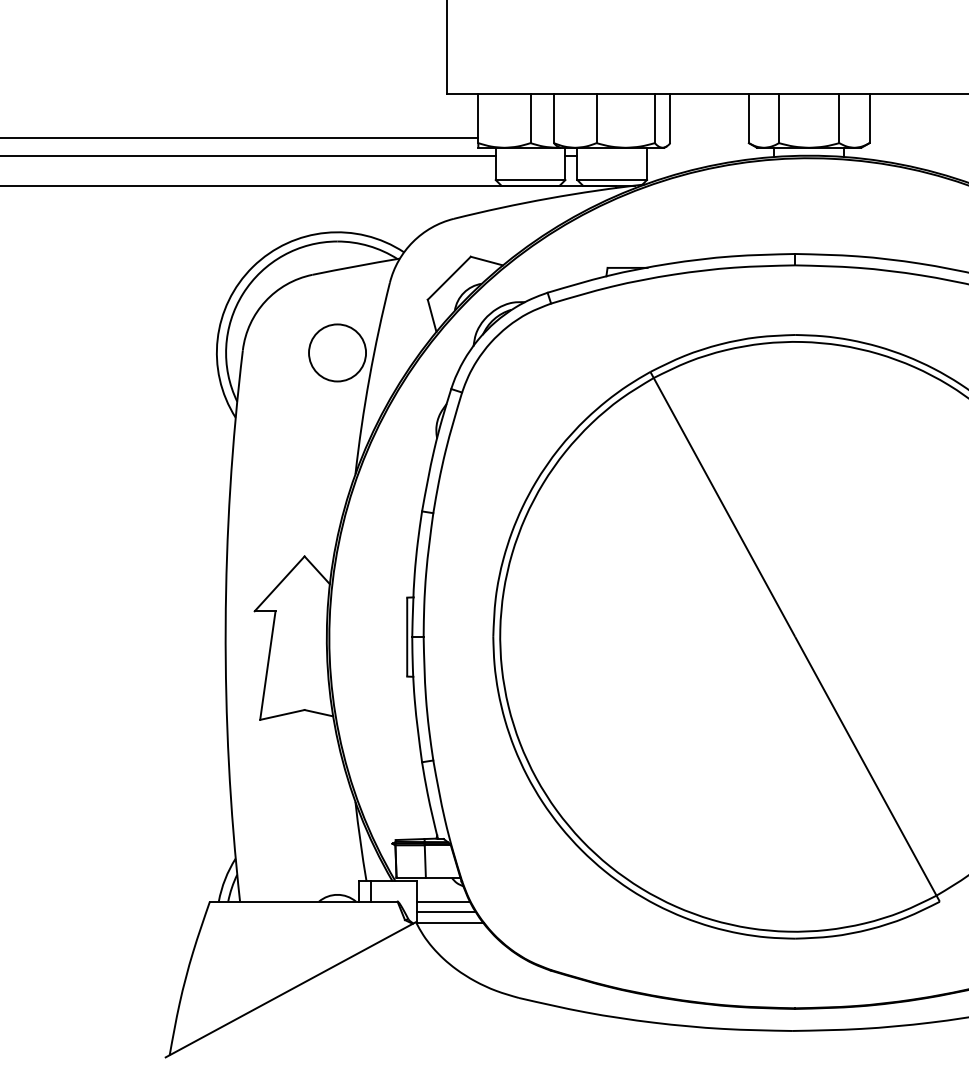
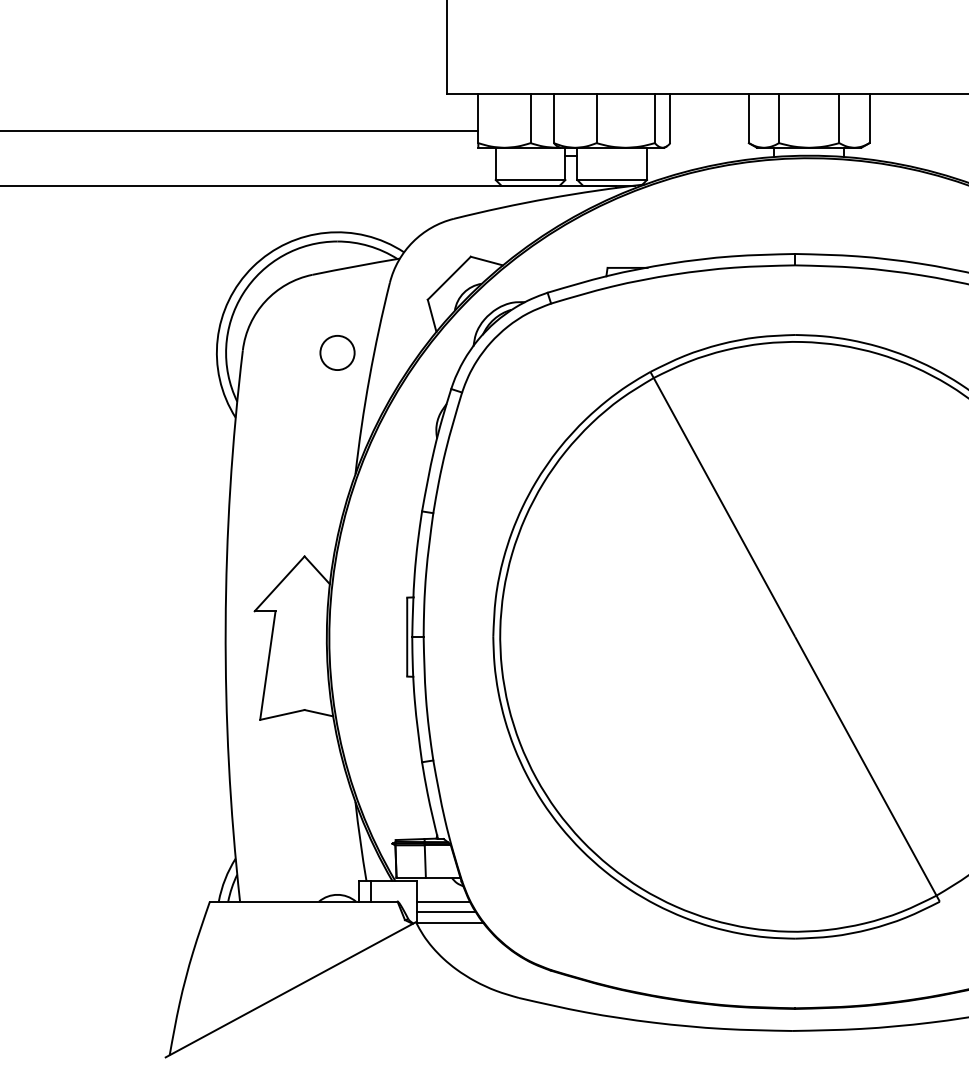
line at (240, 137) position: (240, 137) -> (240, 130)
line at (248, 155): present -> none
circle at (337, 352) diameter: 57 px -> 34 px
